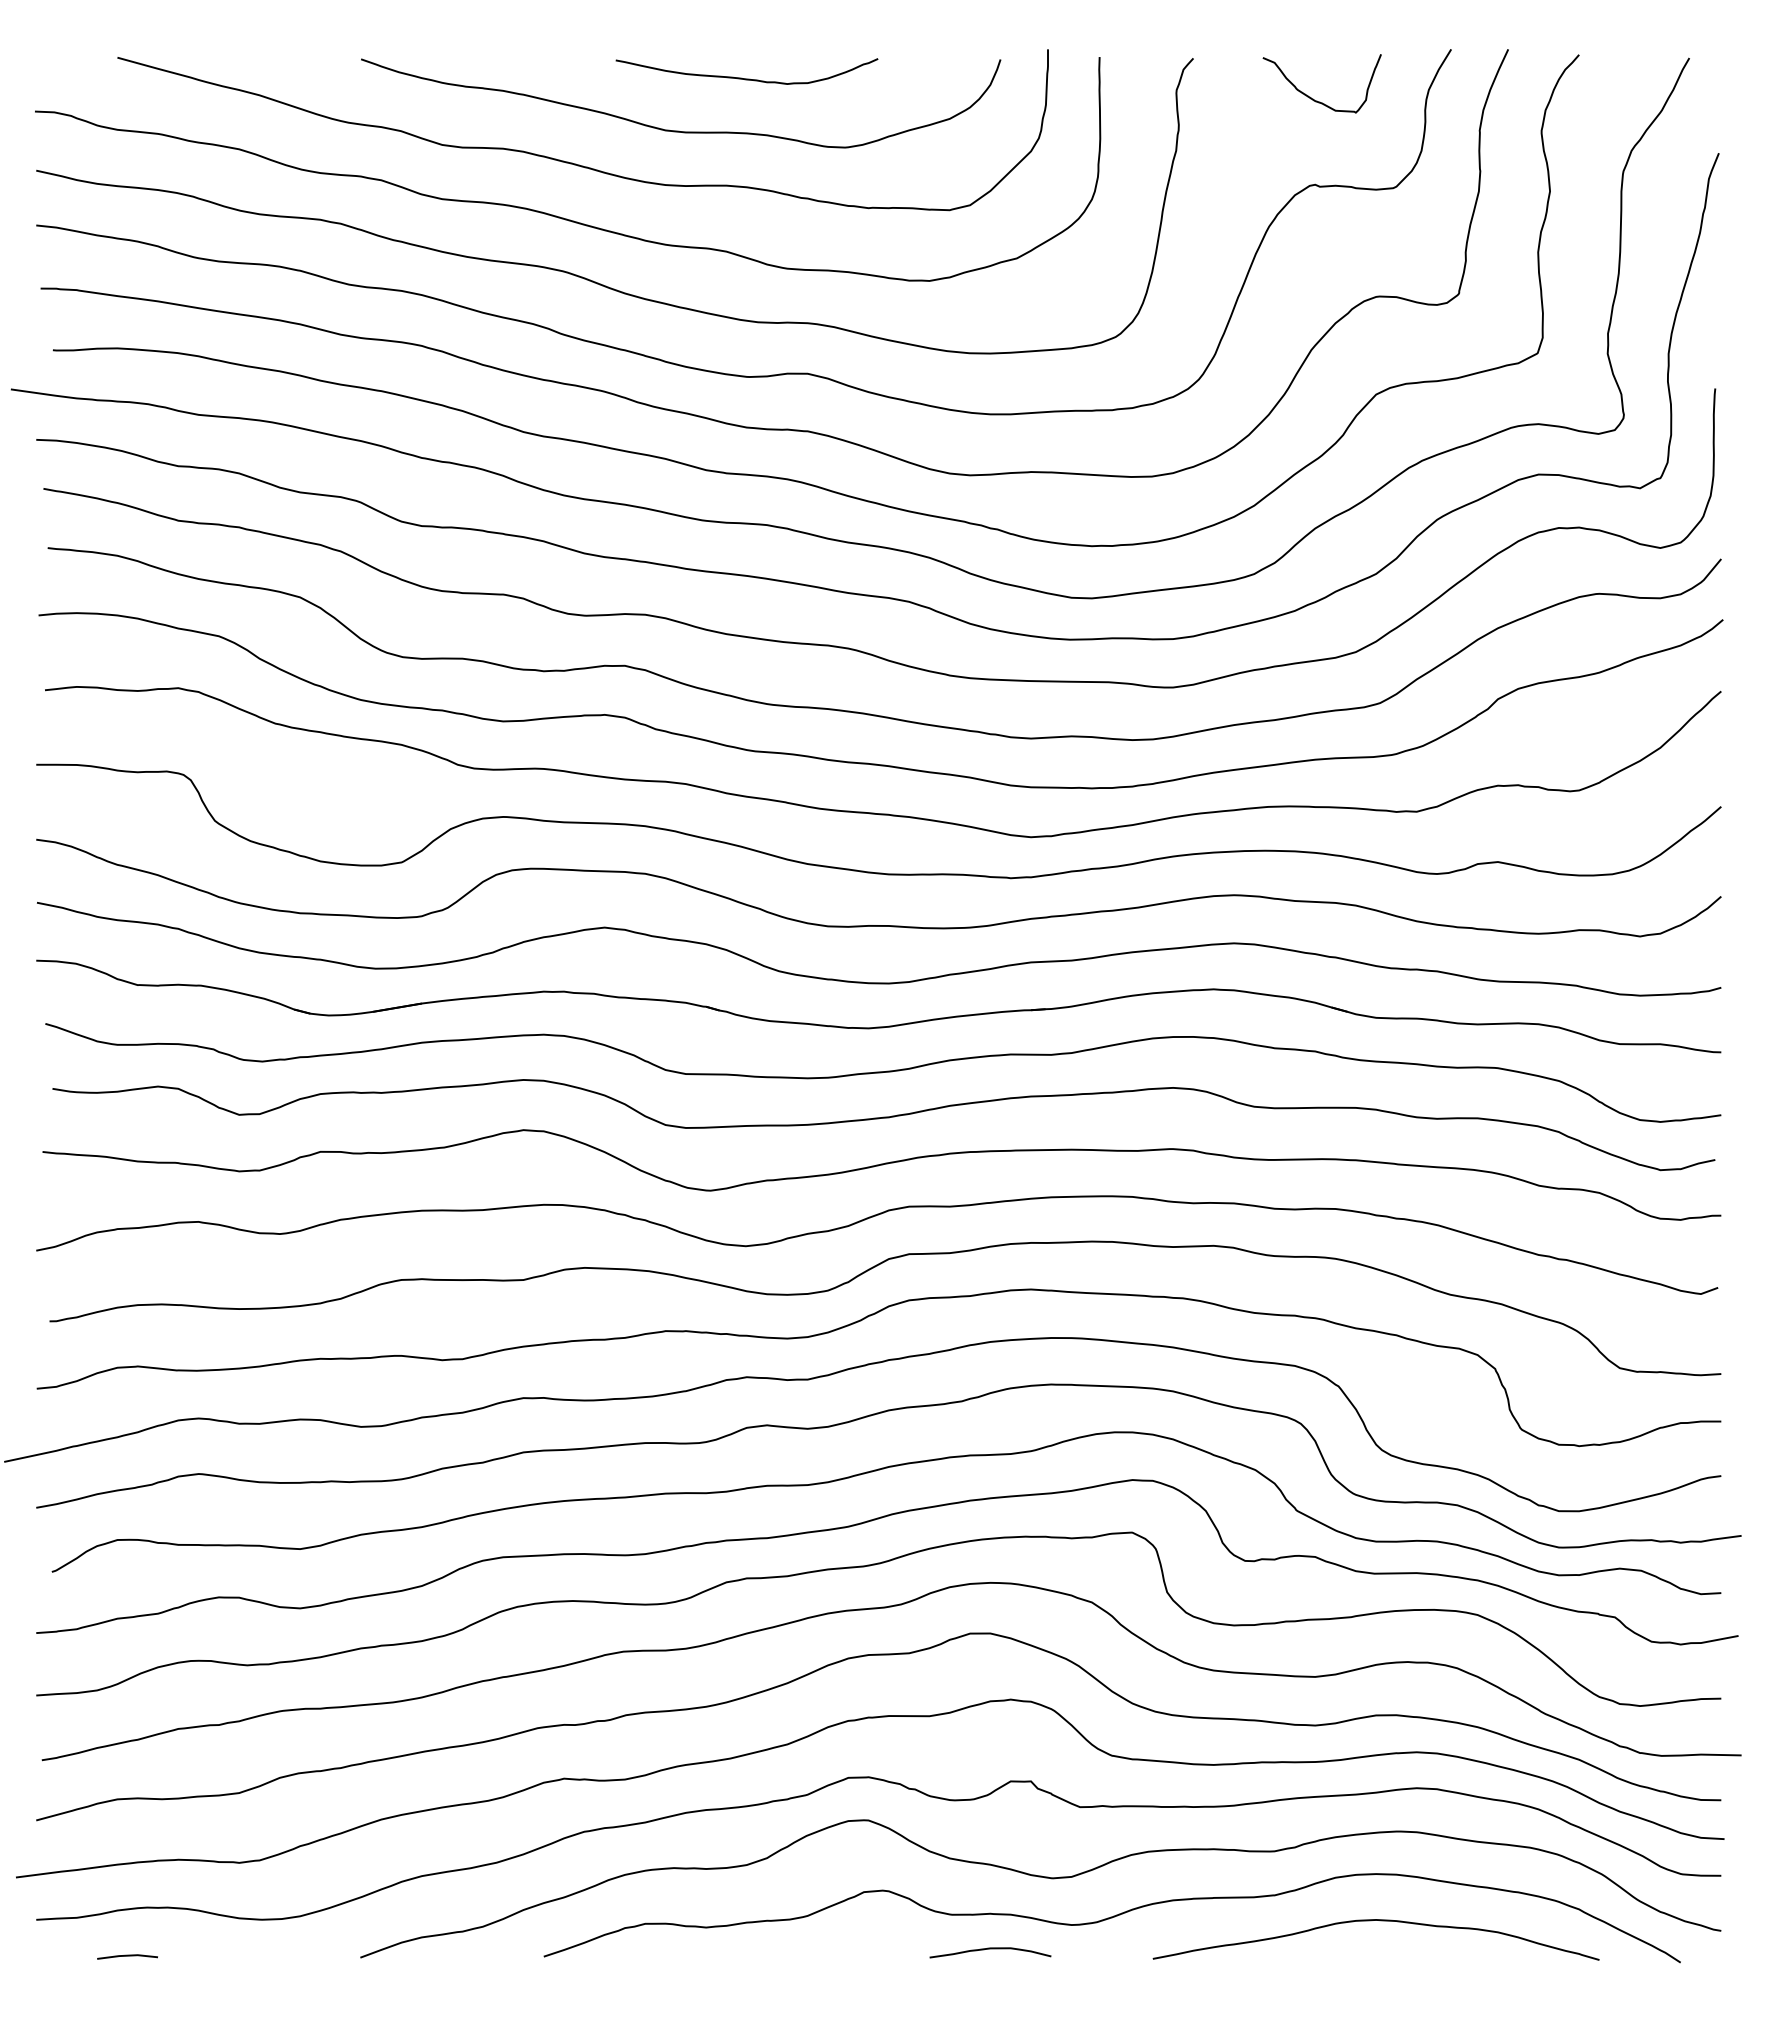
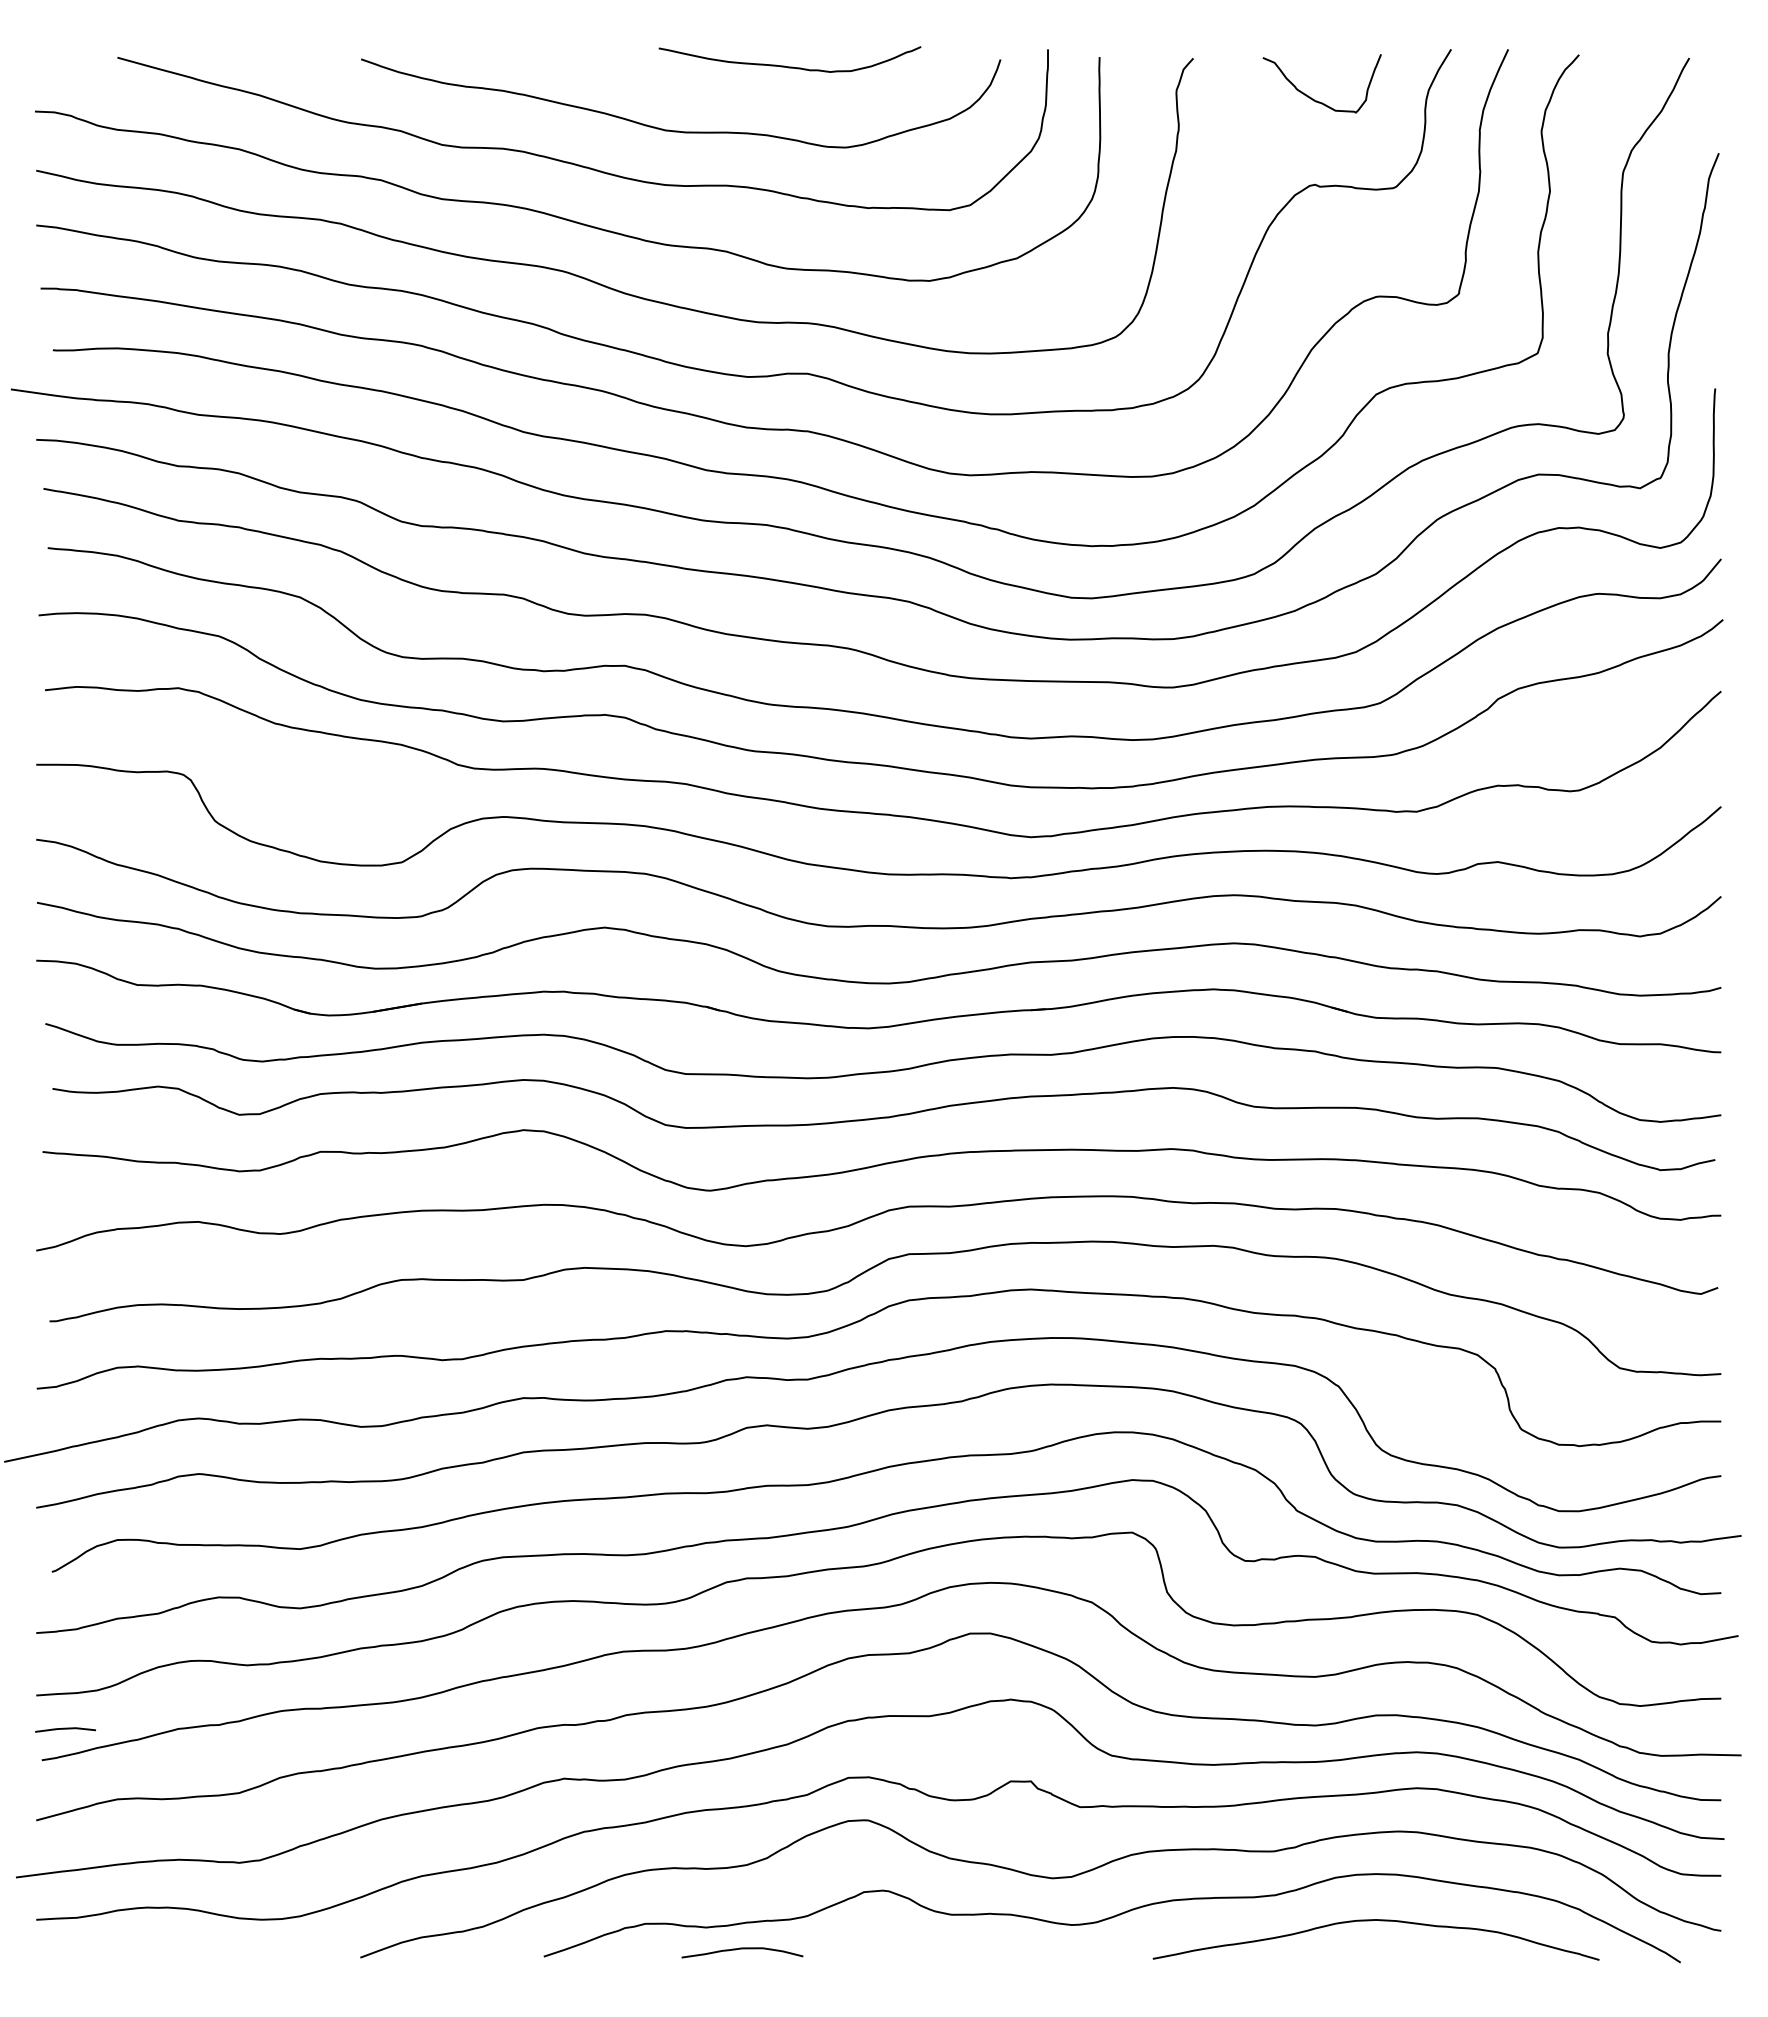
curve at (746, 78) position: (746, 78) -> (789, 66)
curve at (990, 1949) position: (990, 1949) -> (742, 1949)
line at (127, 1956) position: (127, 1956) -> (65, 1729)
